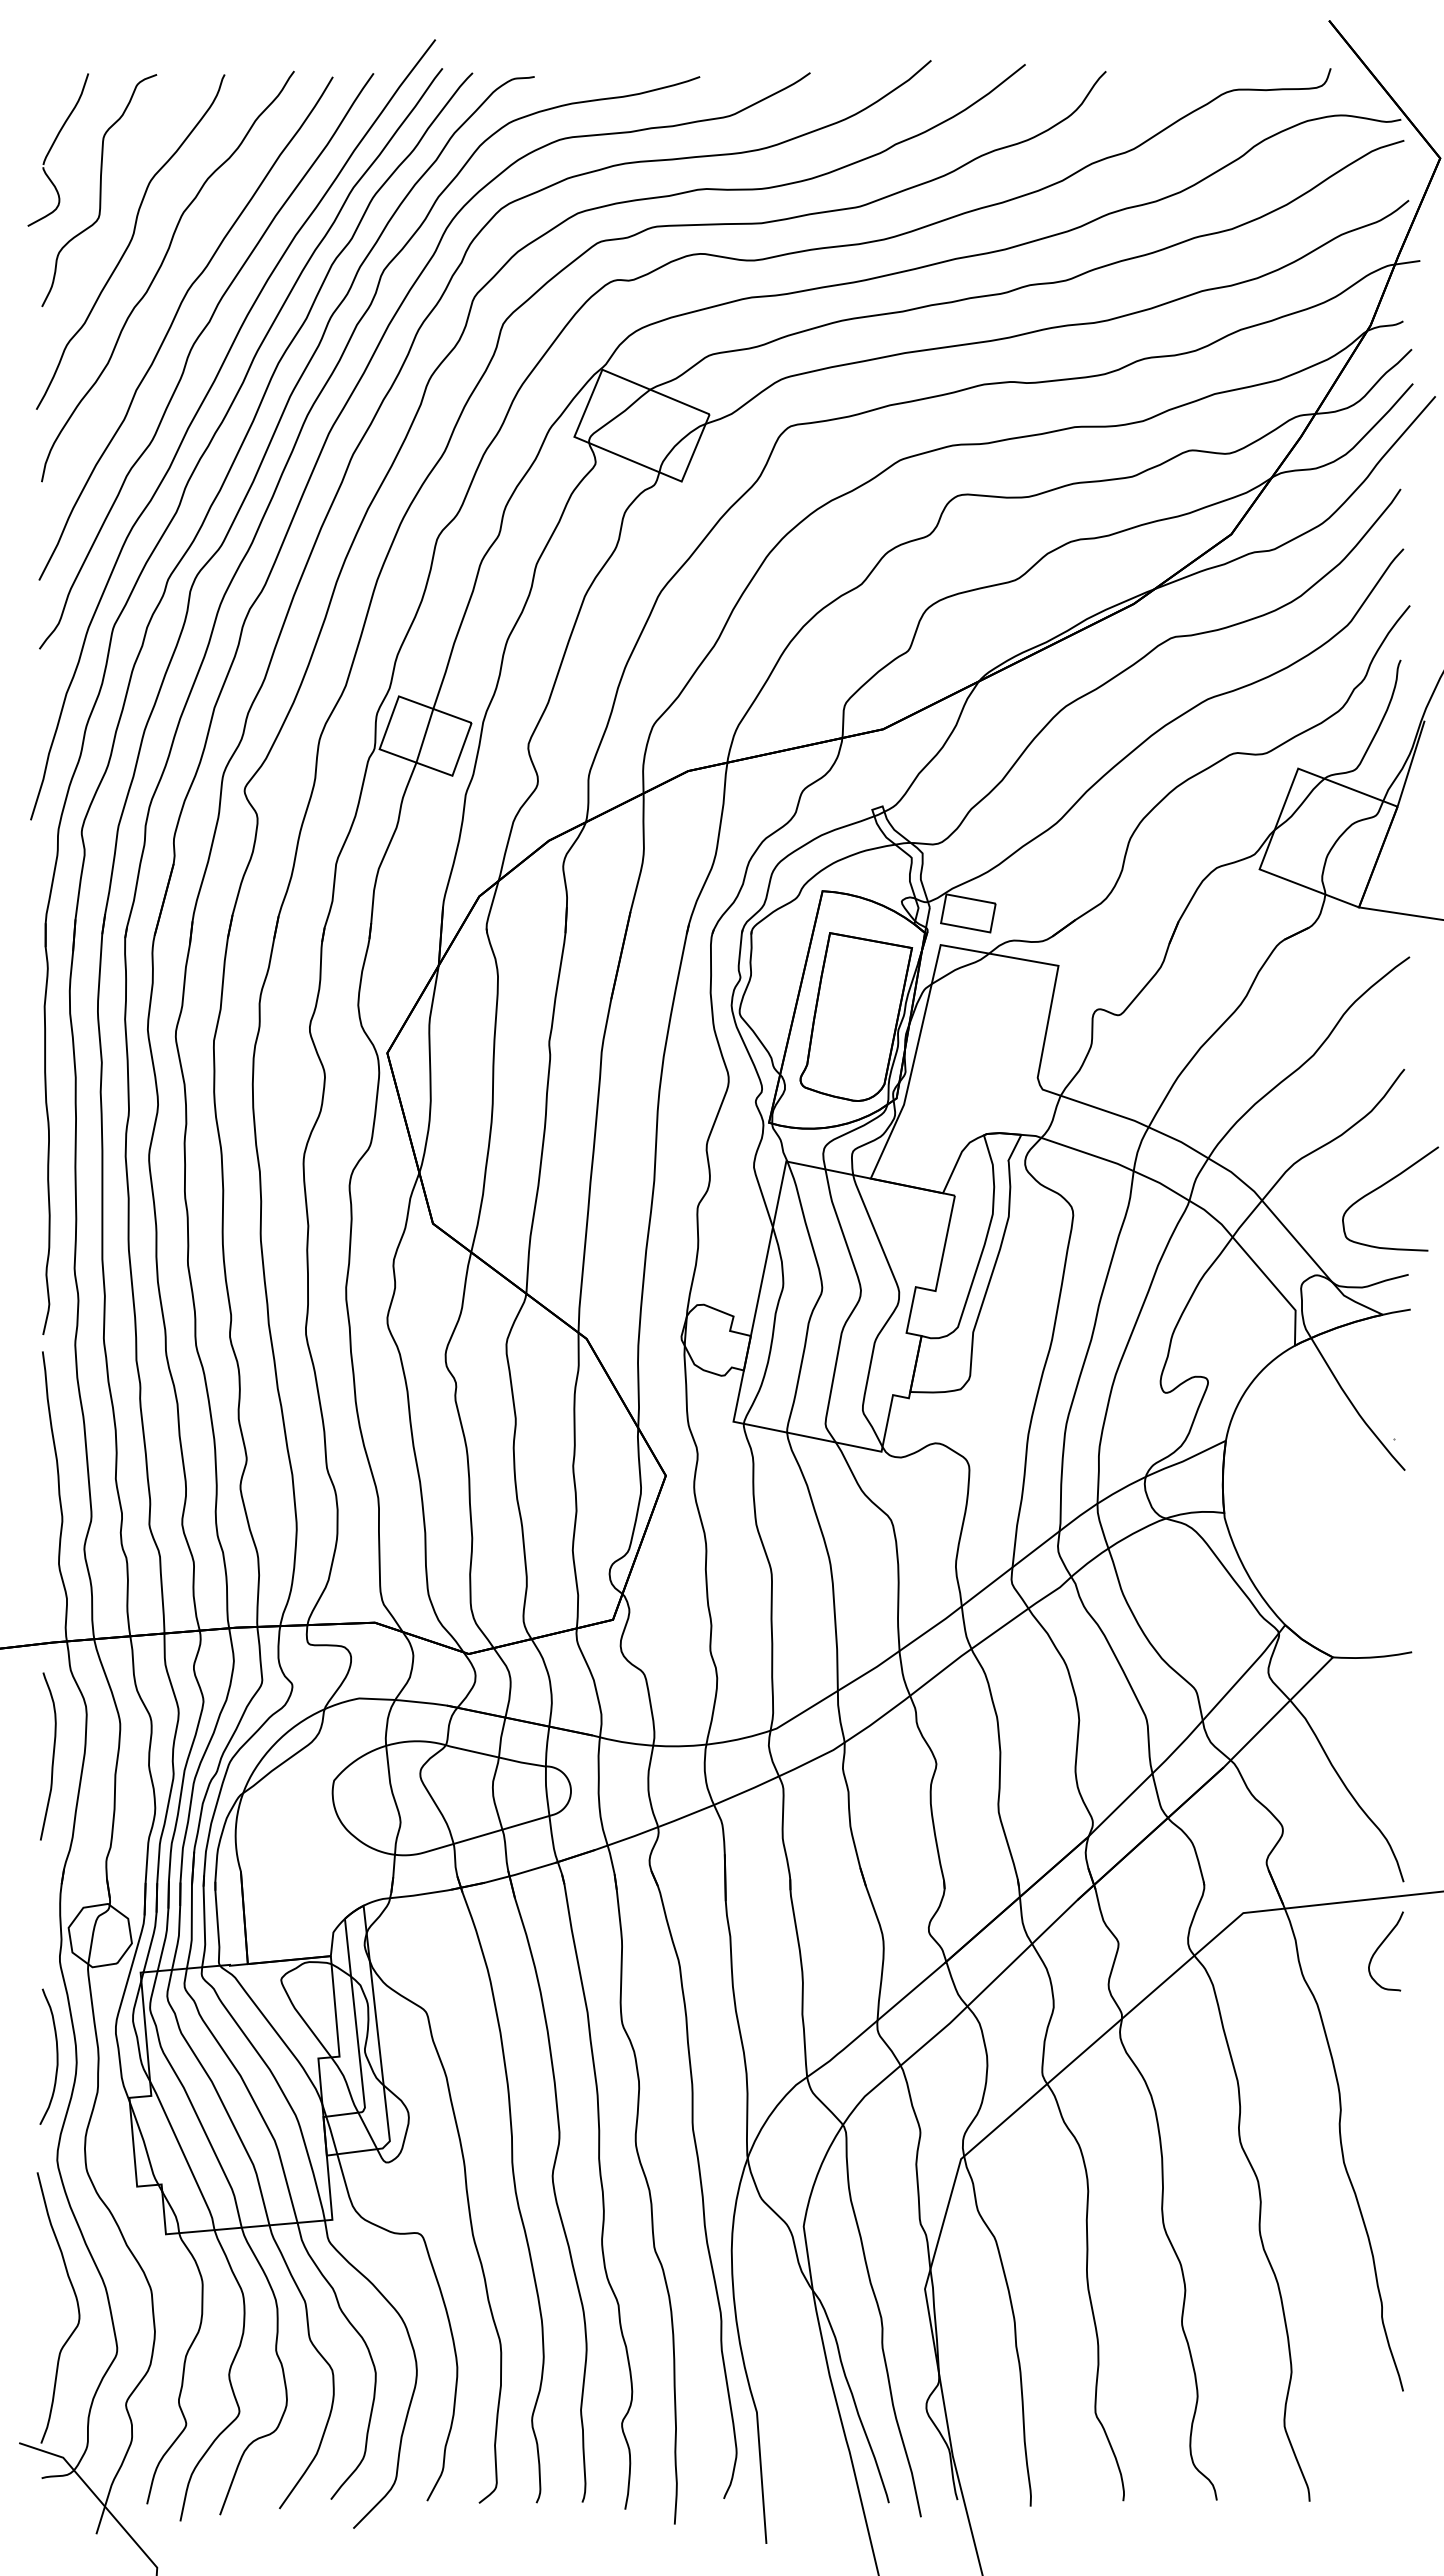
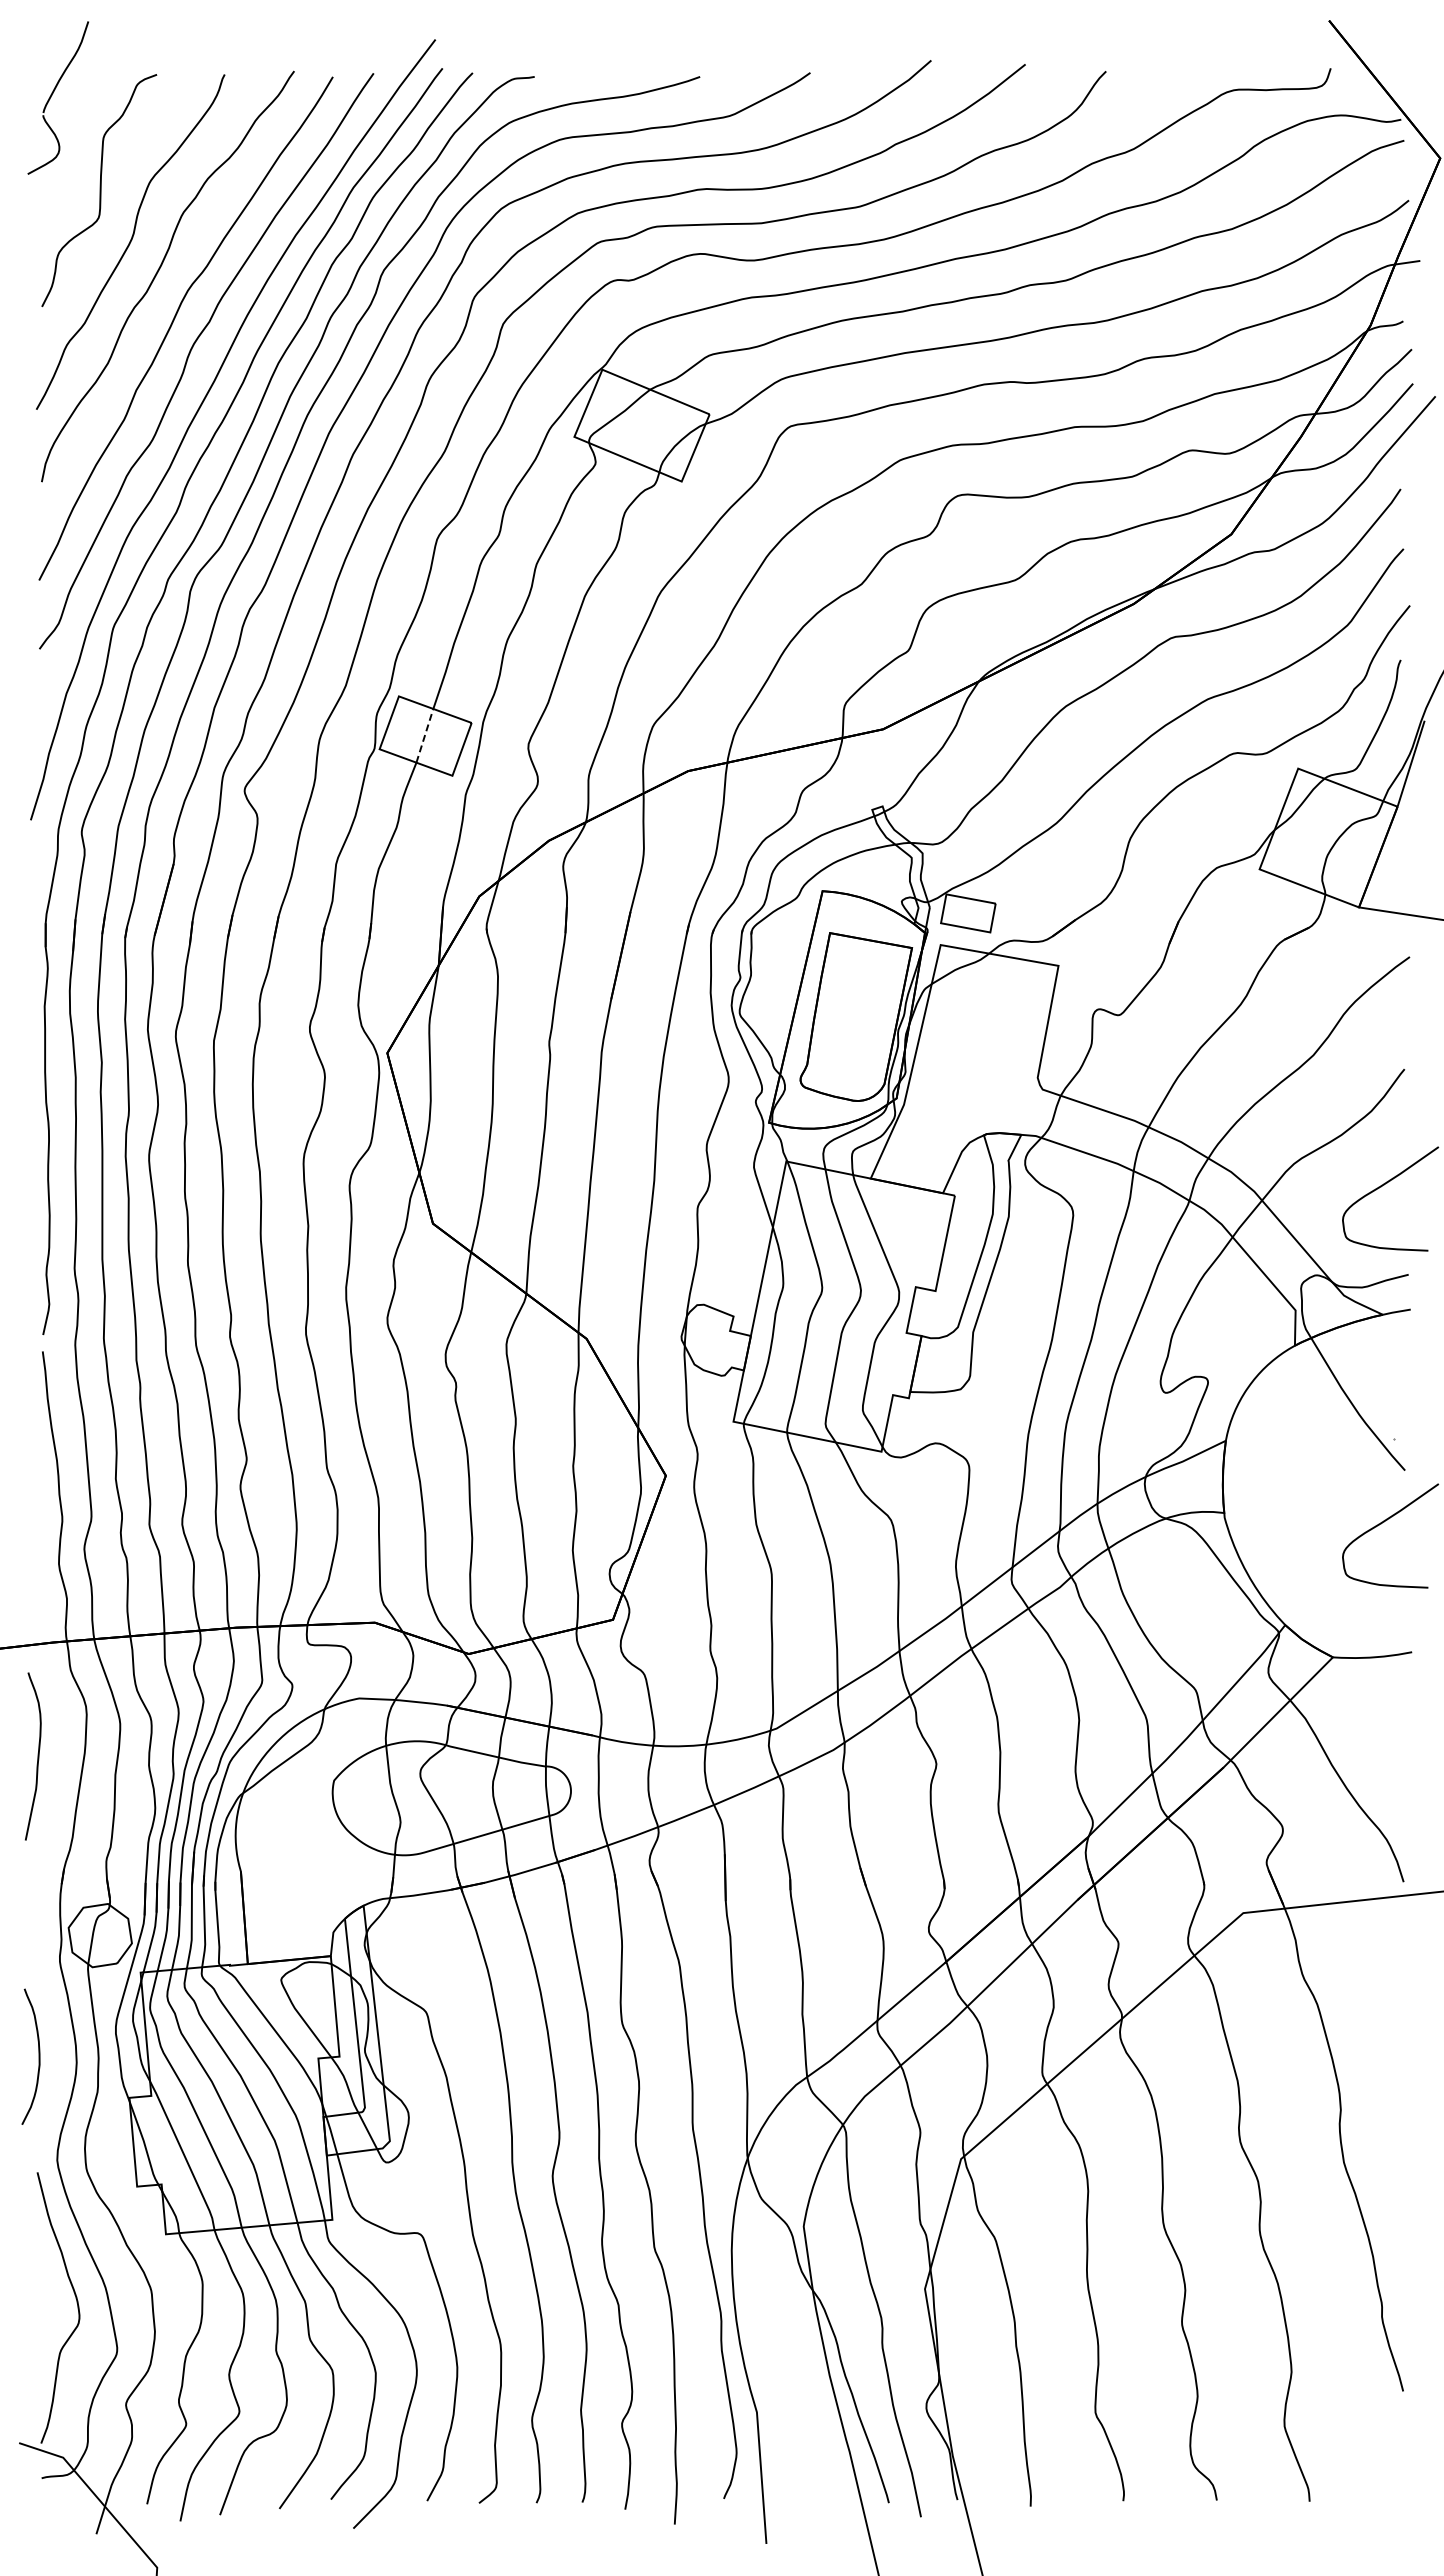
part at (57, 149) position: (57, 149) -> (57, 97)
line at (425, 735): solid -> dashed
curve at (1381, 1524): none -> present
curve at (52, 1756) position: (52, 1756) -> (37, 1756)
curve at (1379, 1948): present -> none
curve at (56, 2056) position: (56, 2056) -> (38, 2056)
